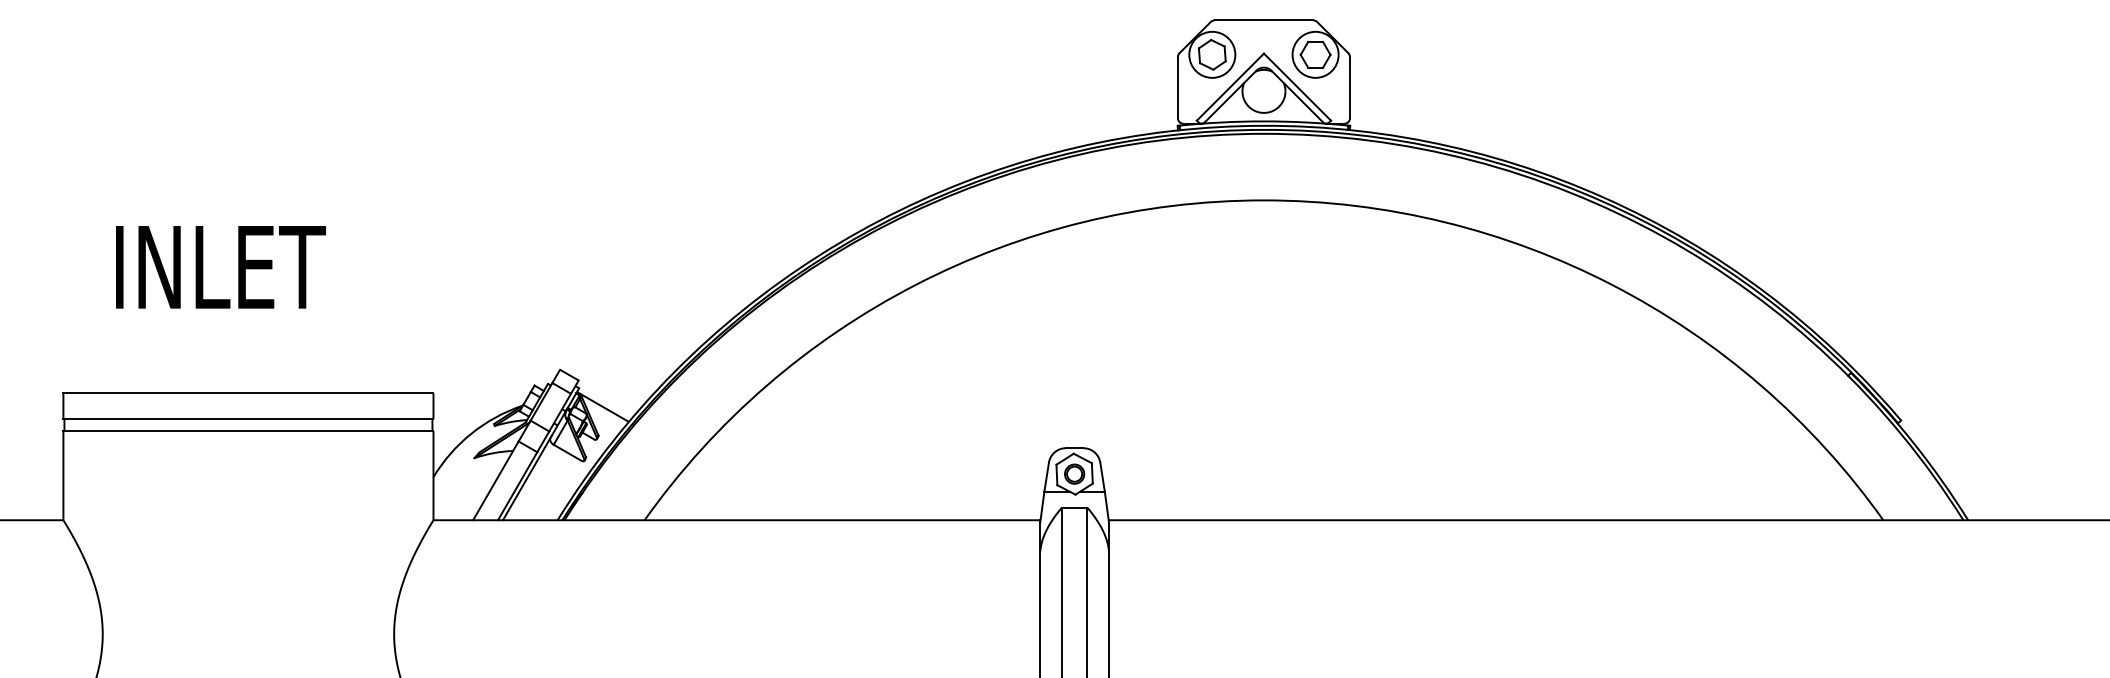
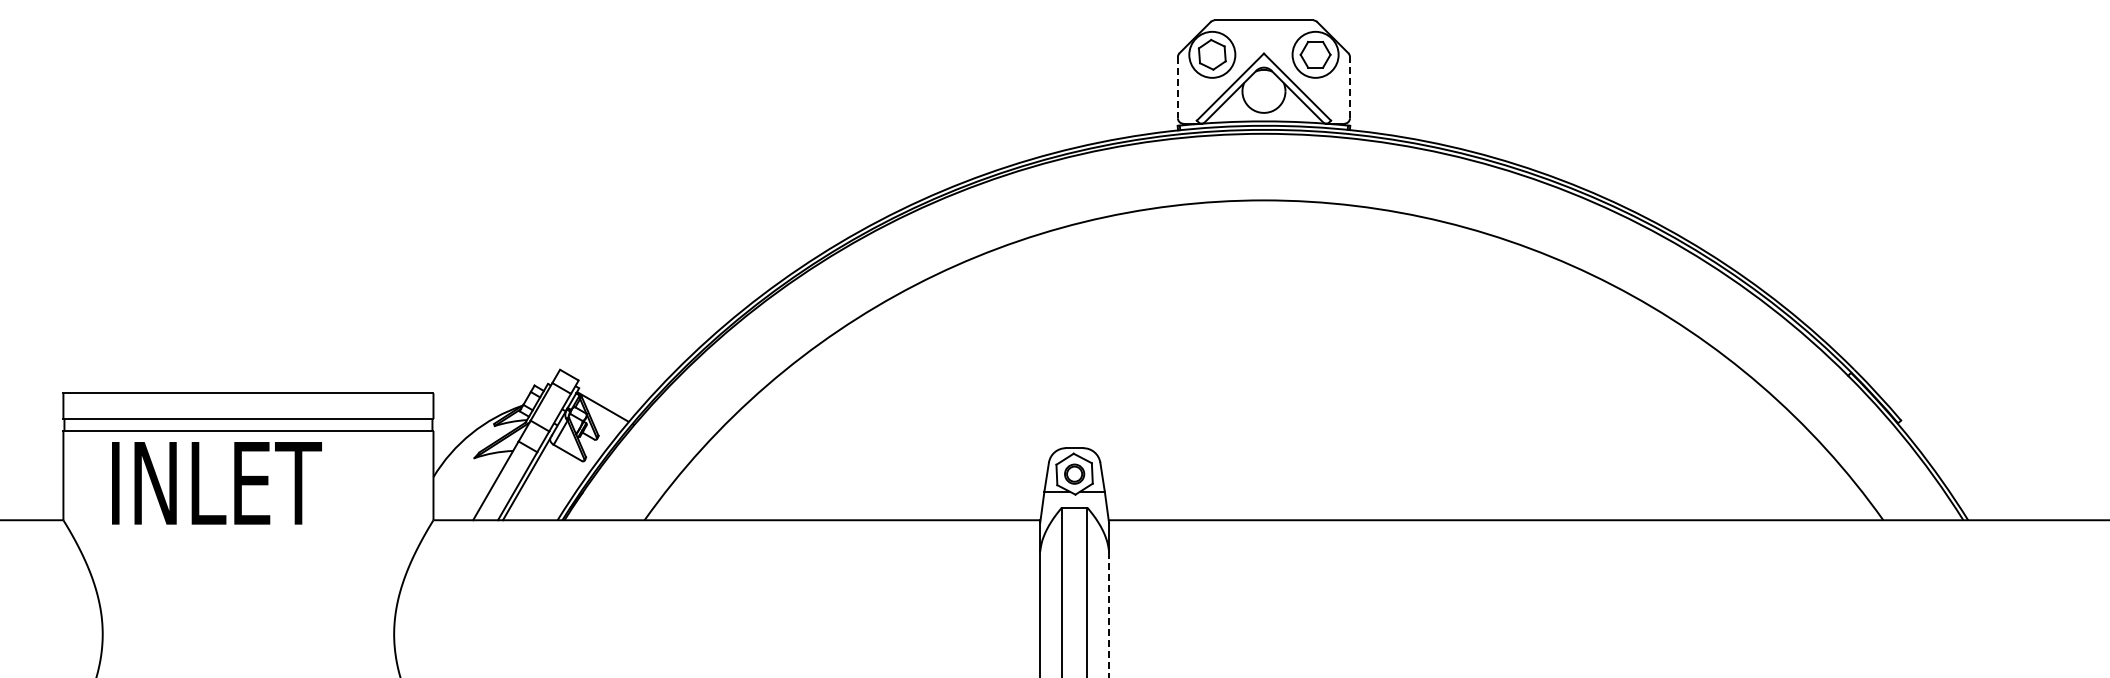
line at (1177, 87): solid -> dashed
line at (1350, 87): solid -> dashed
text at (220, 267) position: (220, 267) -> (216, 483)
line at (1109, 614): solid -> dashed
